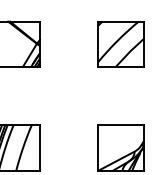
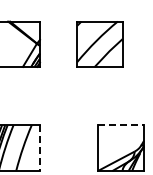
part at (120, 44) position: (120, 44) -> (99, 44)
line at (120, 125): solid -> dashed
line at (39, 147): solid -> dashed
